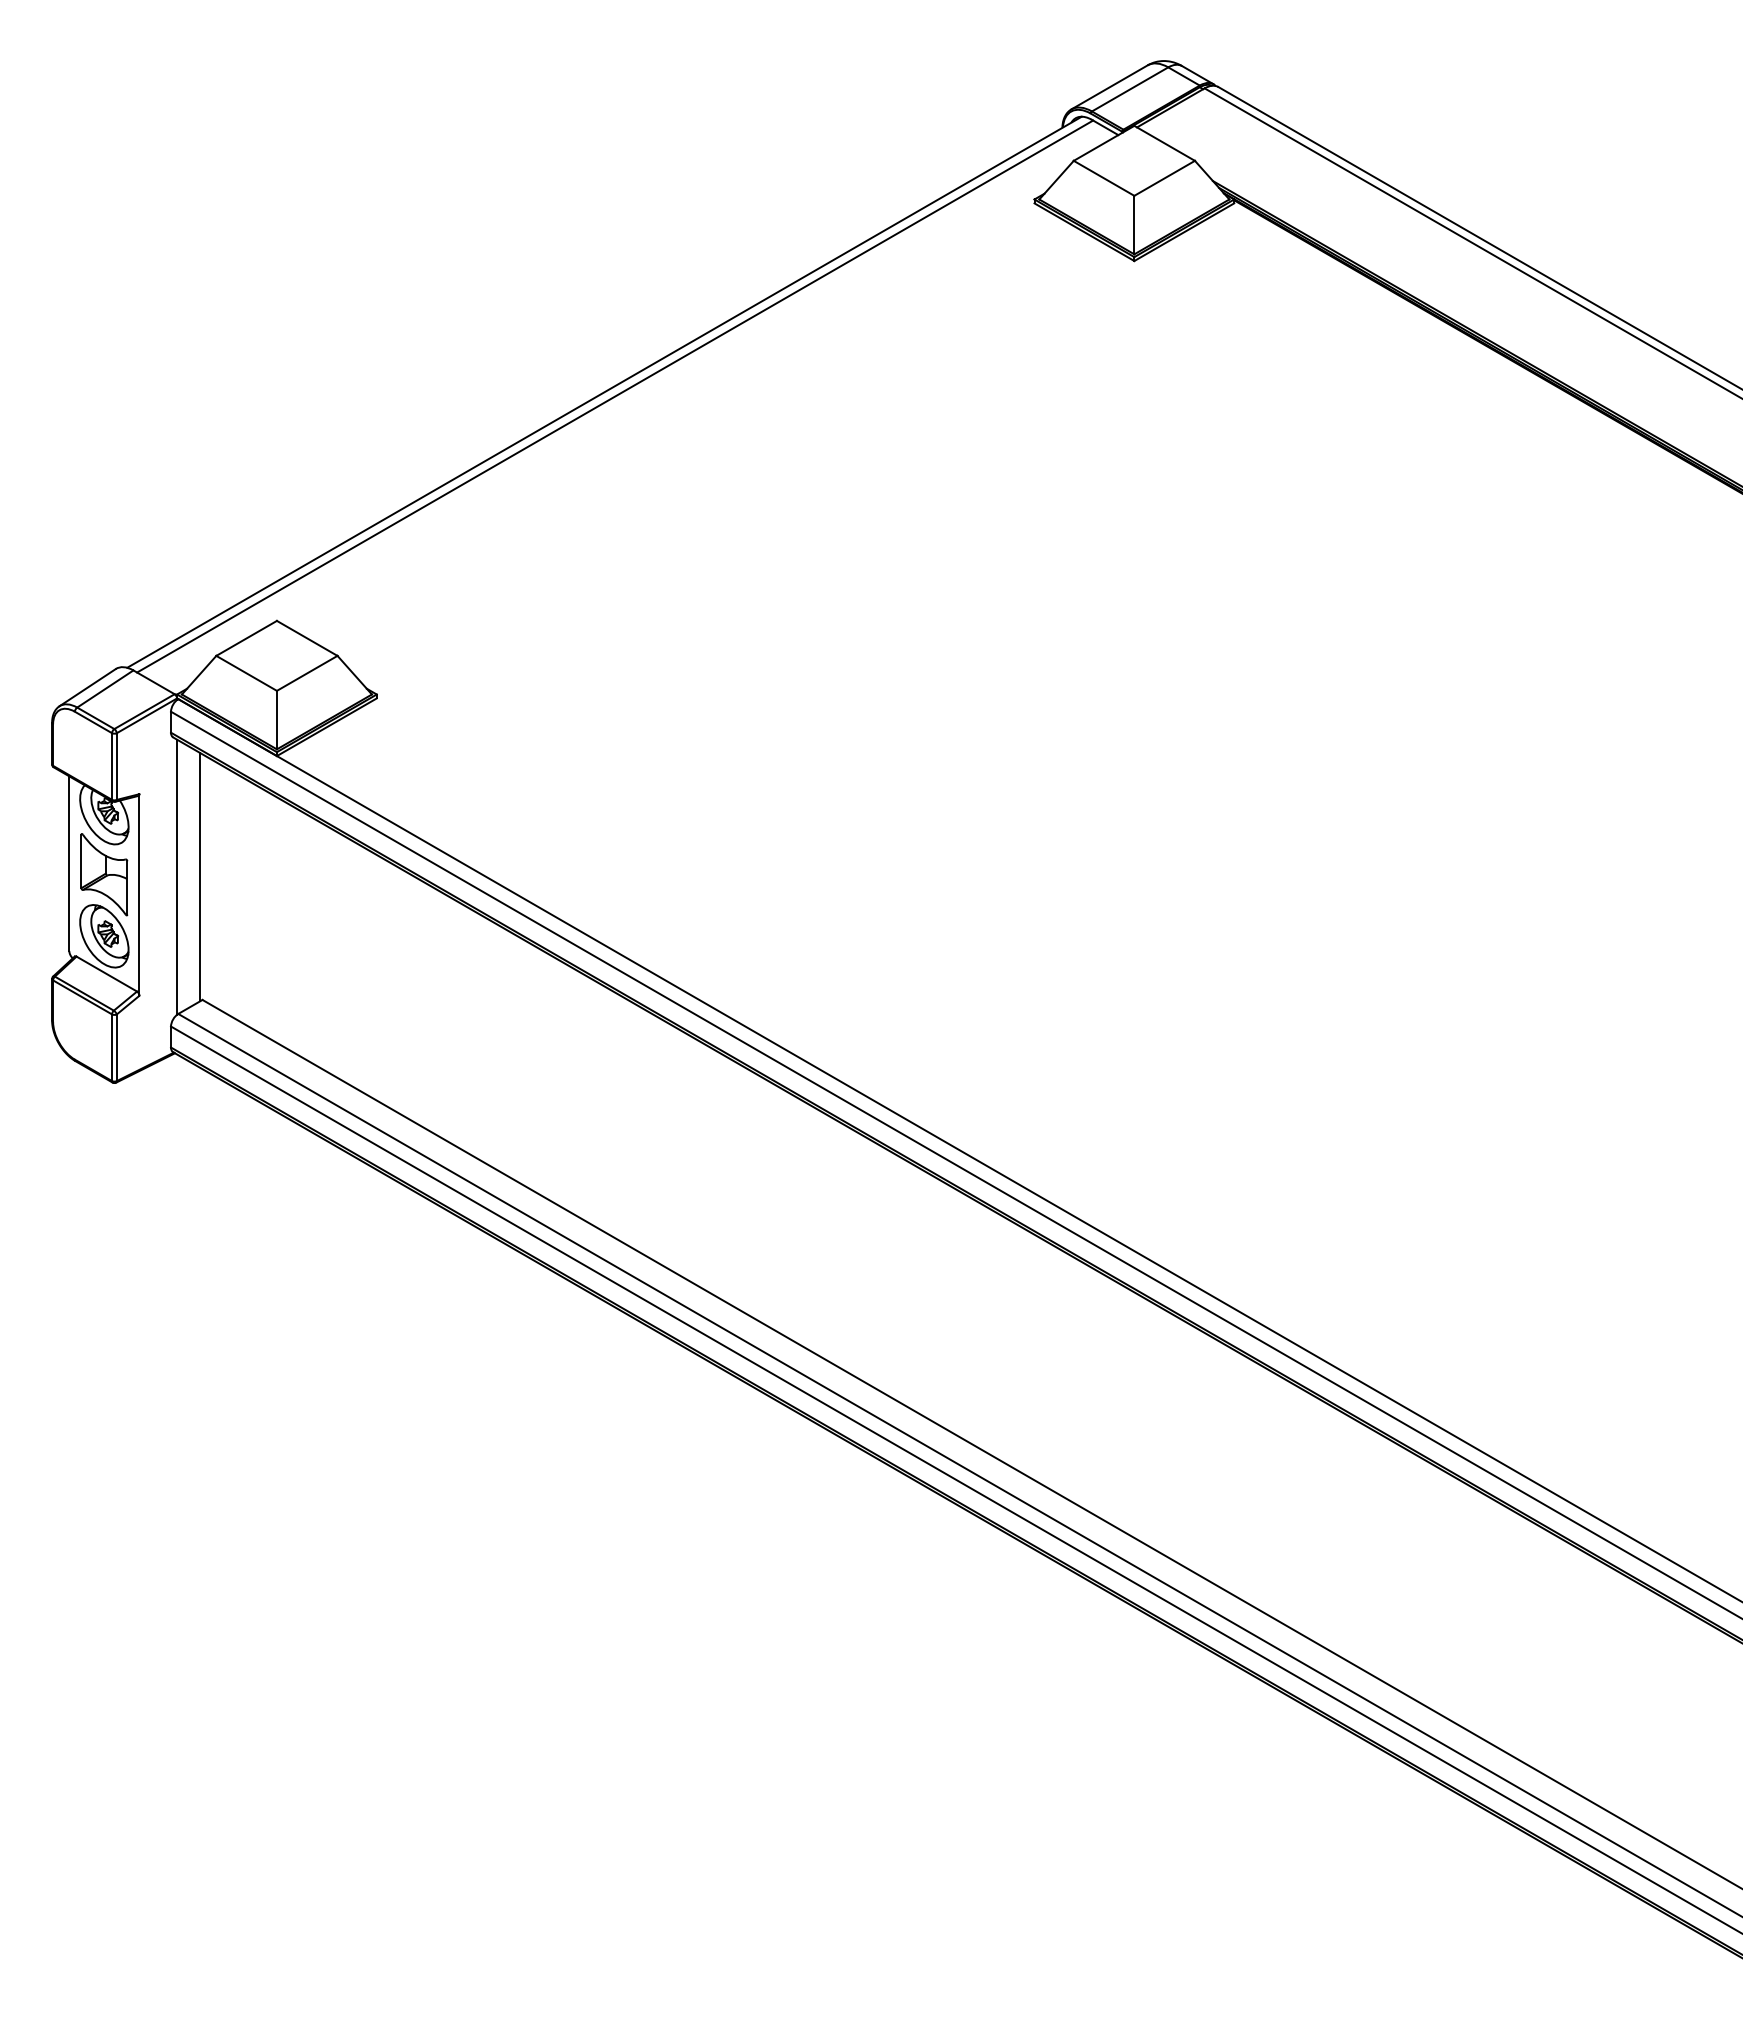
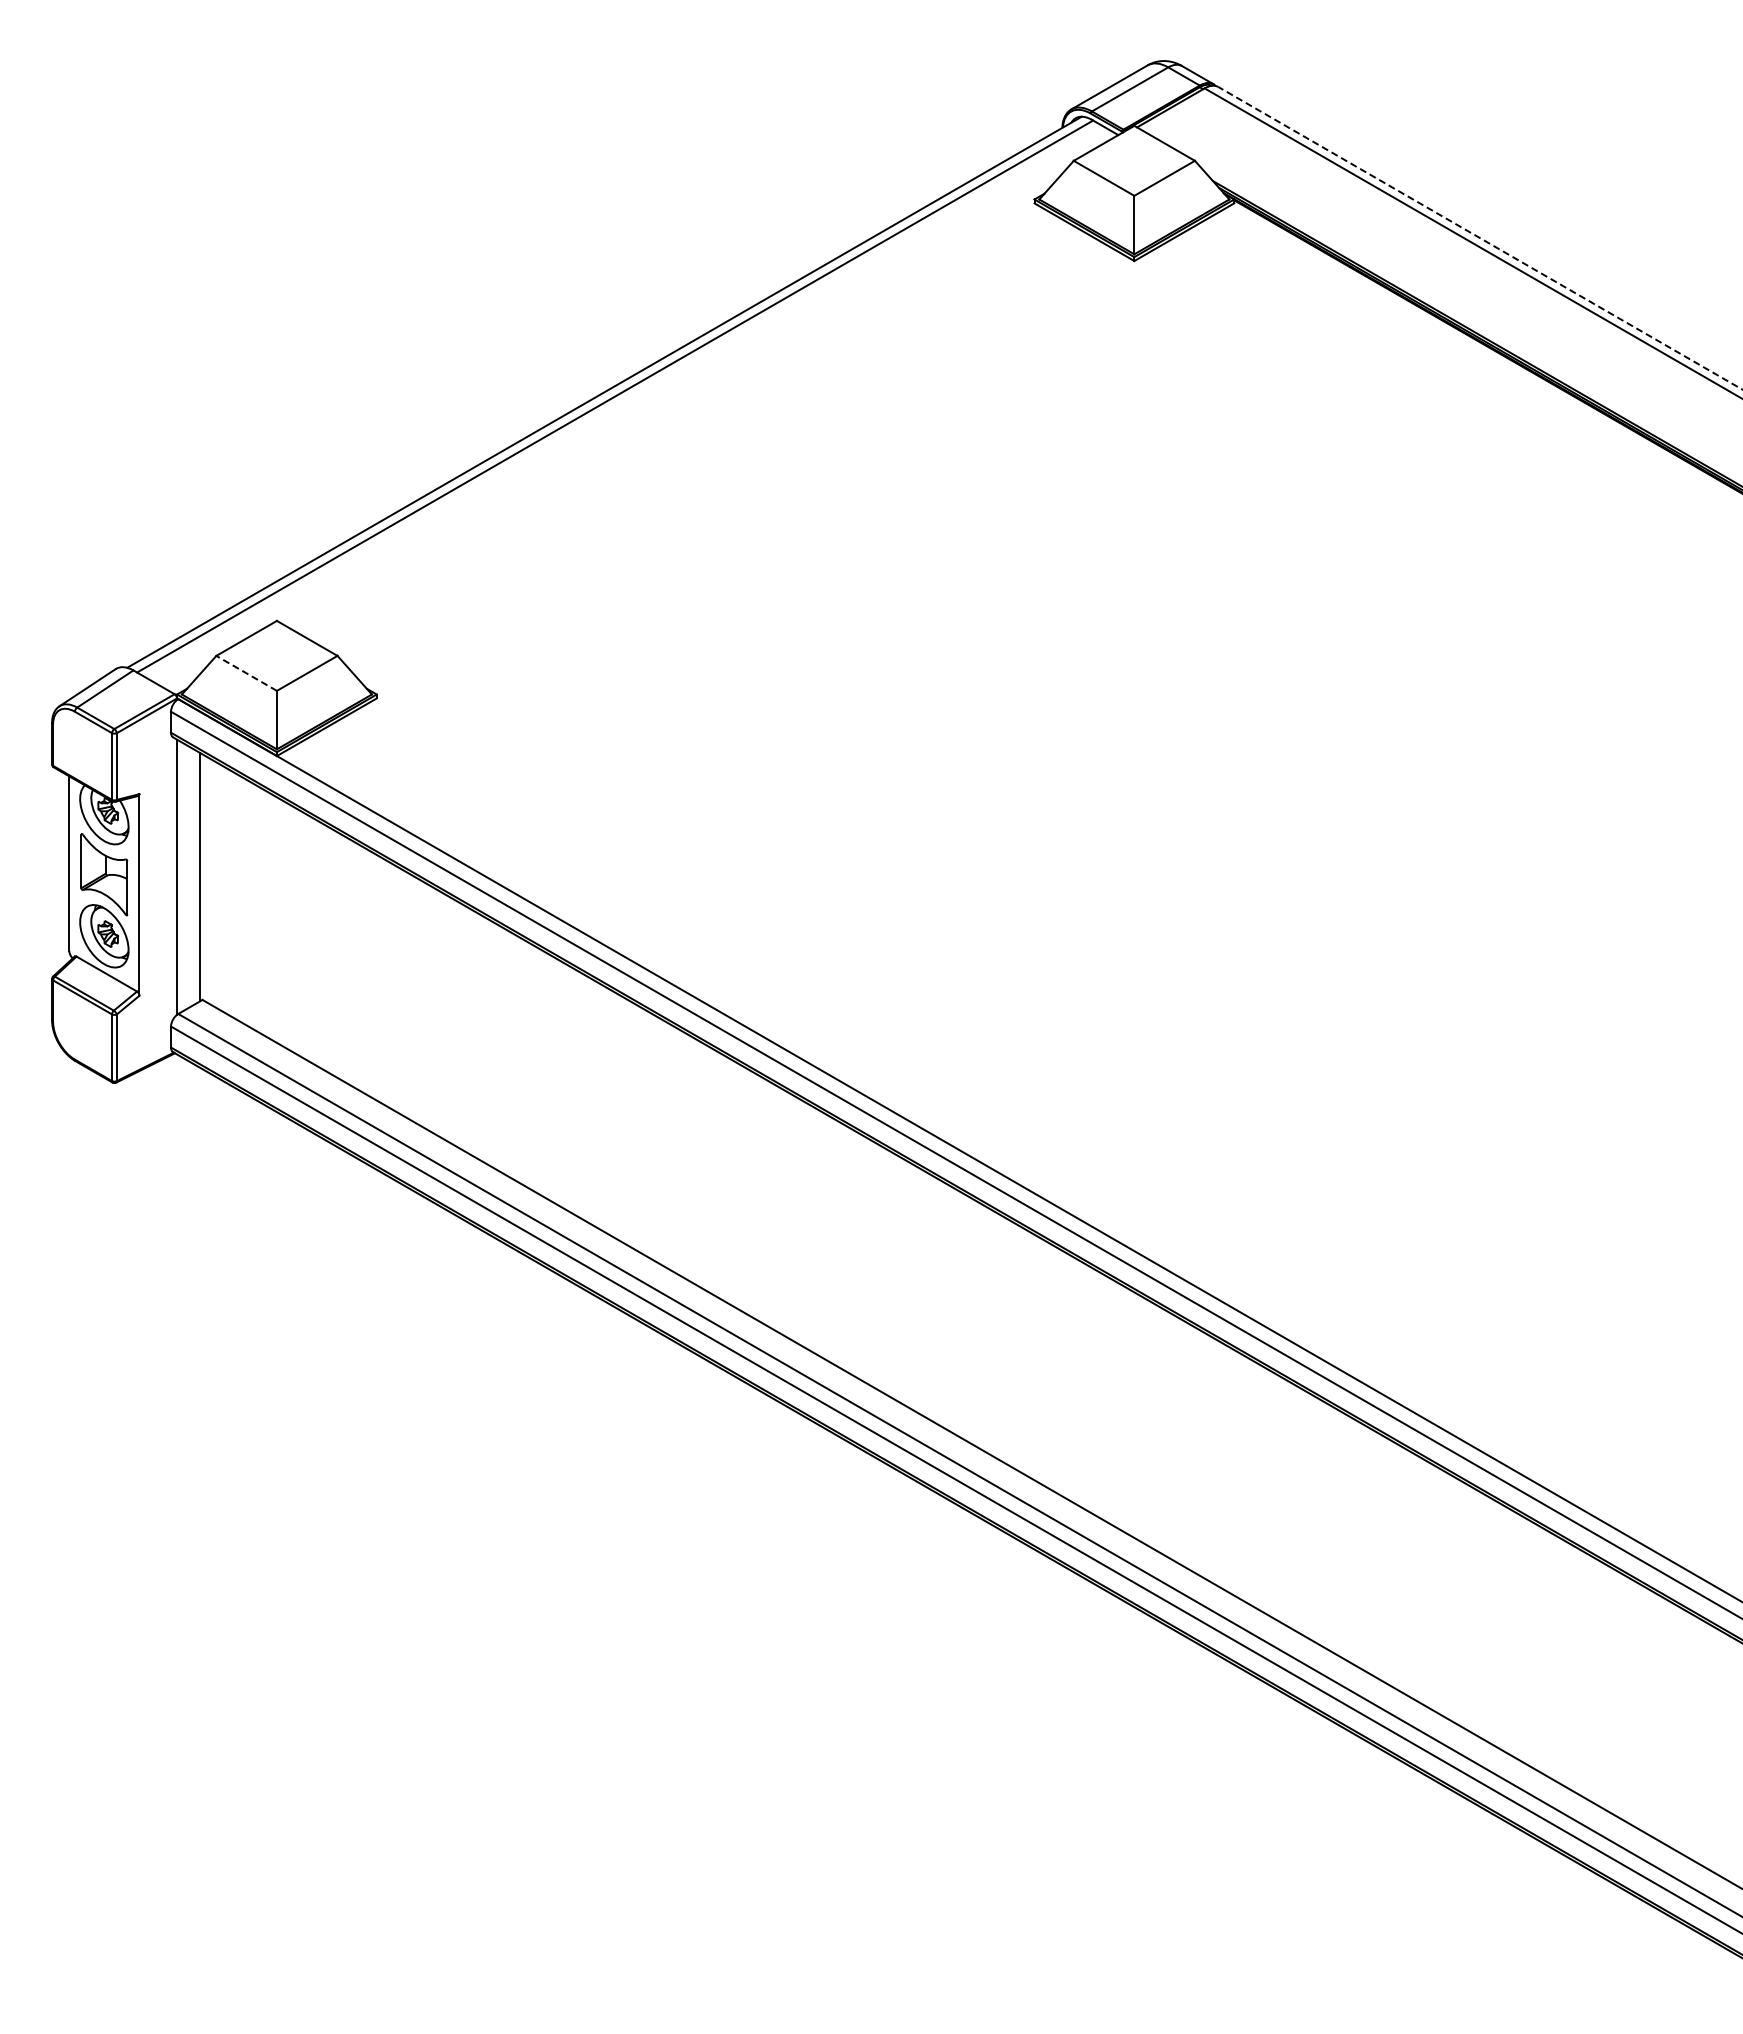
line at (1479, 238): solid -> dashed
line at (246, 673): solid -> dashed
